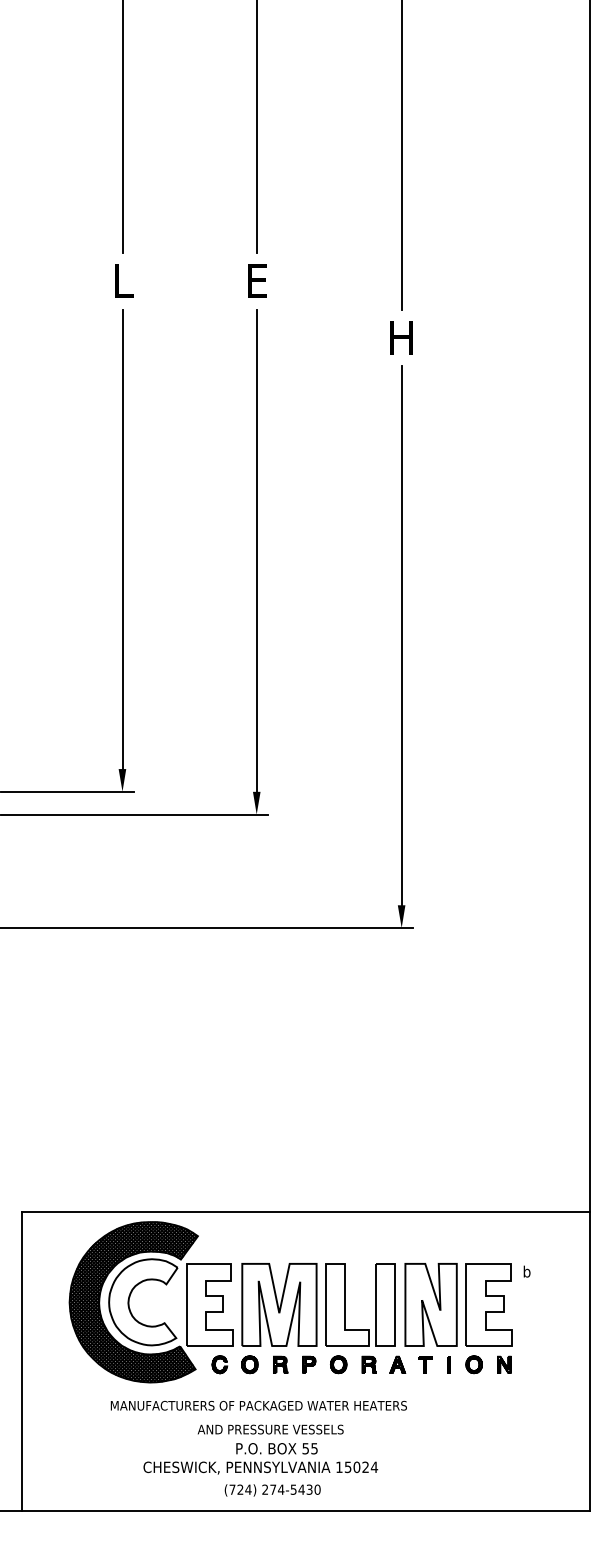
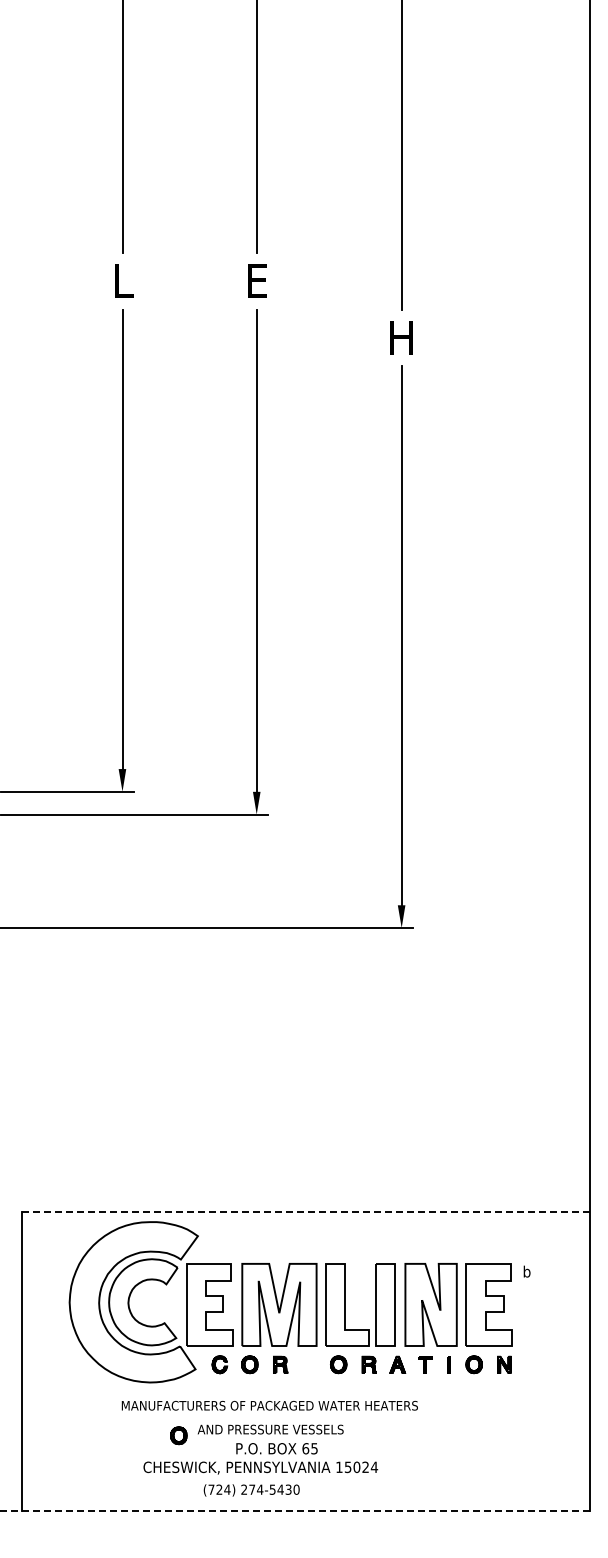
line at (306, 1211): solid -> dashed
hatch at (133, 1302): present -> none
part at (309, 1364): present -> none
text at (258, 1405) position: (258, 1405) -> (269, 1405)
part at (178, 1435): none -> present
text at (305, 1448): 55 -> 65
text at (272, 1490) position: (272, 1490) -> (251, 1490)
line at (294, 1511): solid -> dashed
